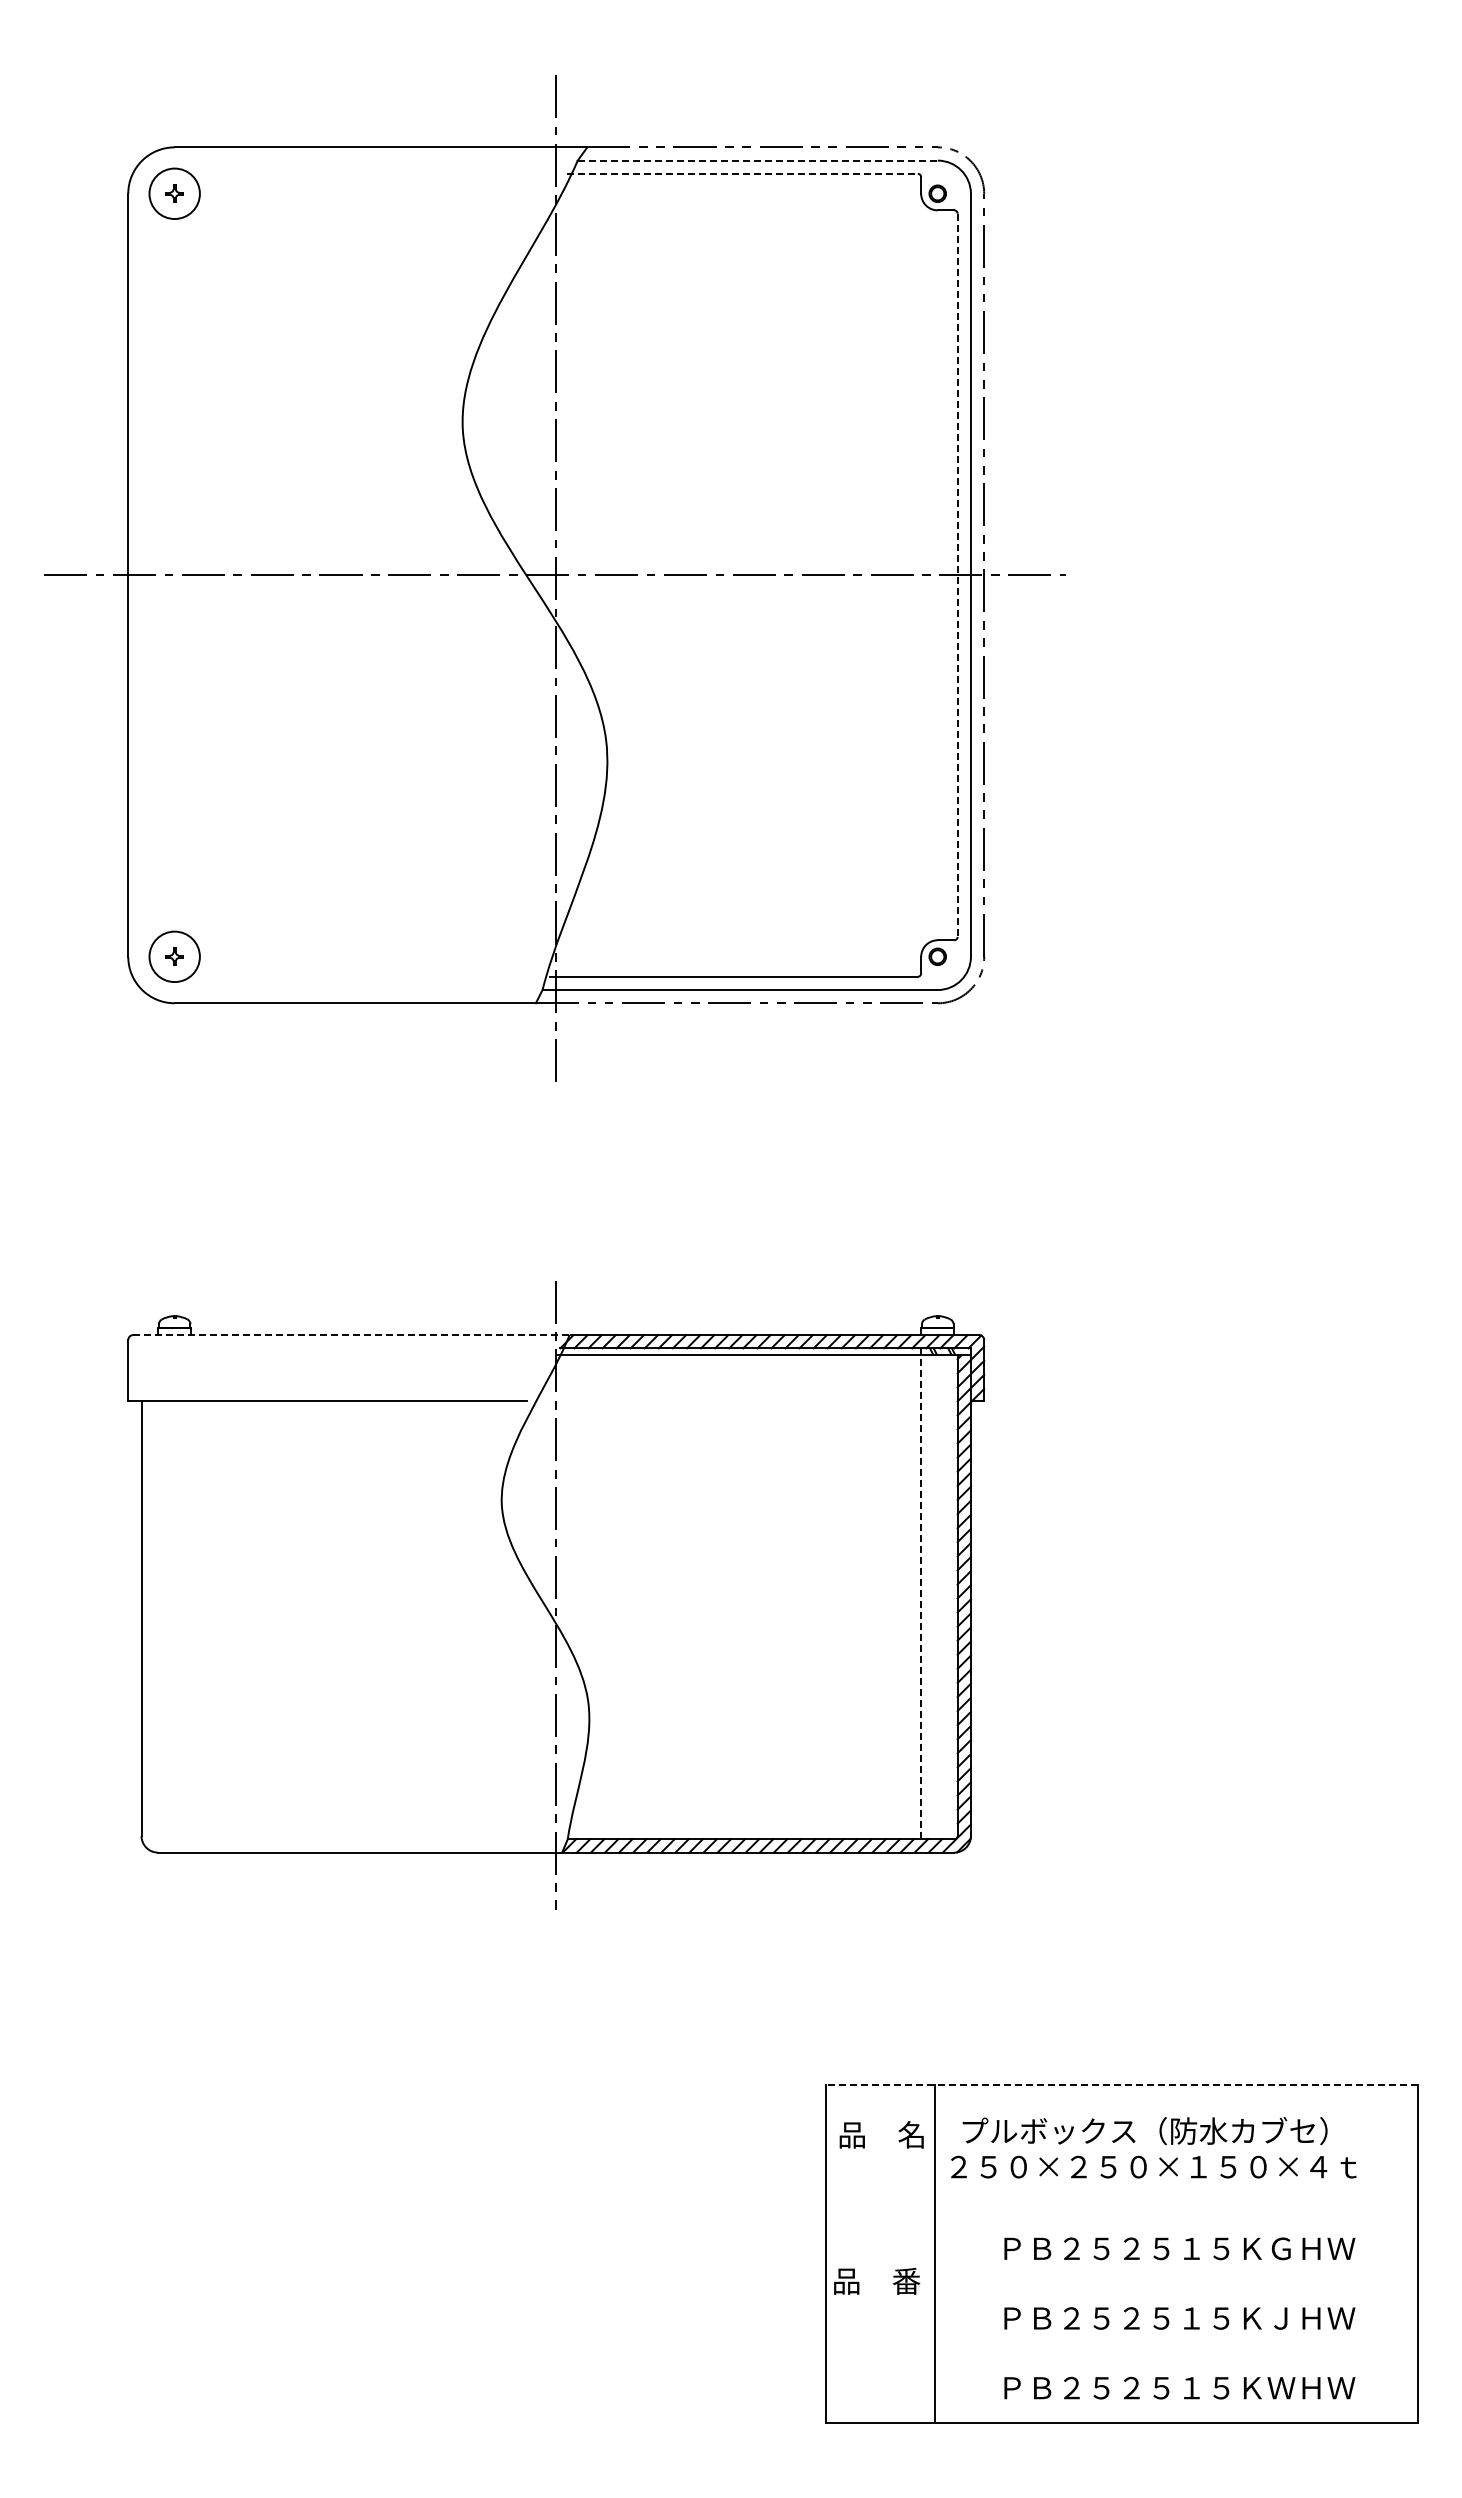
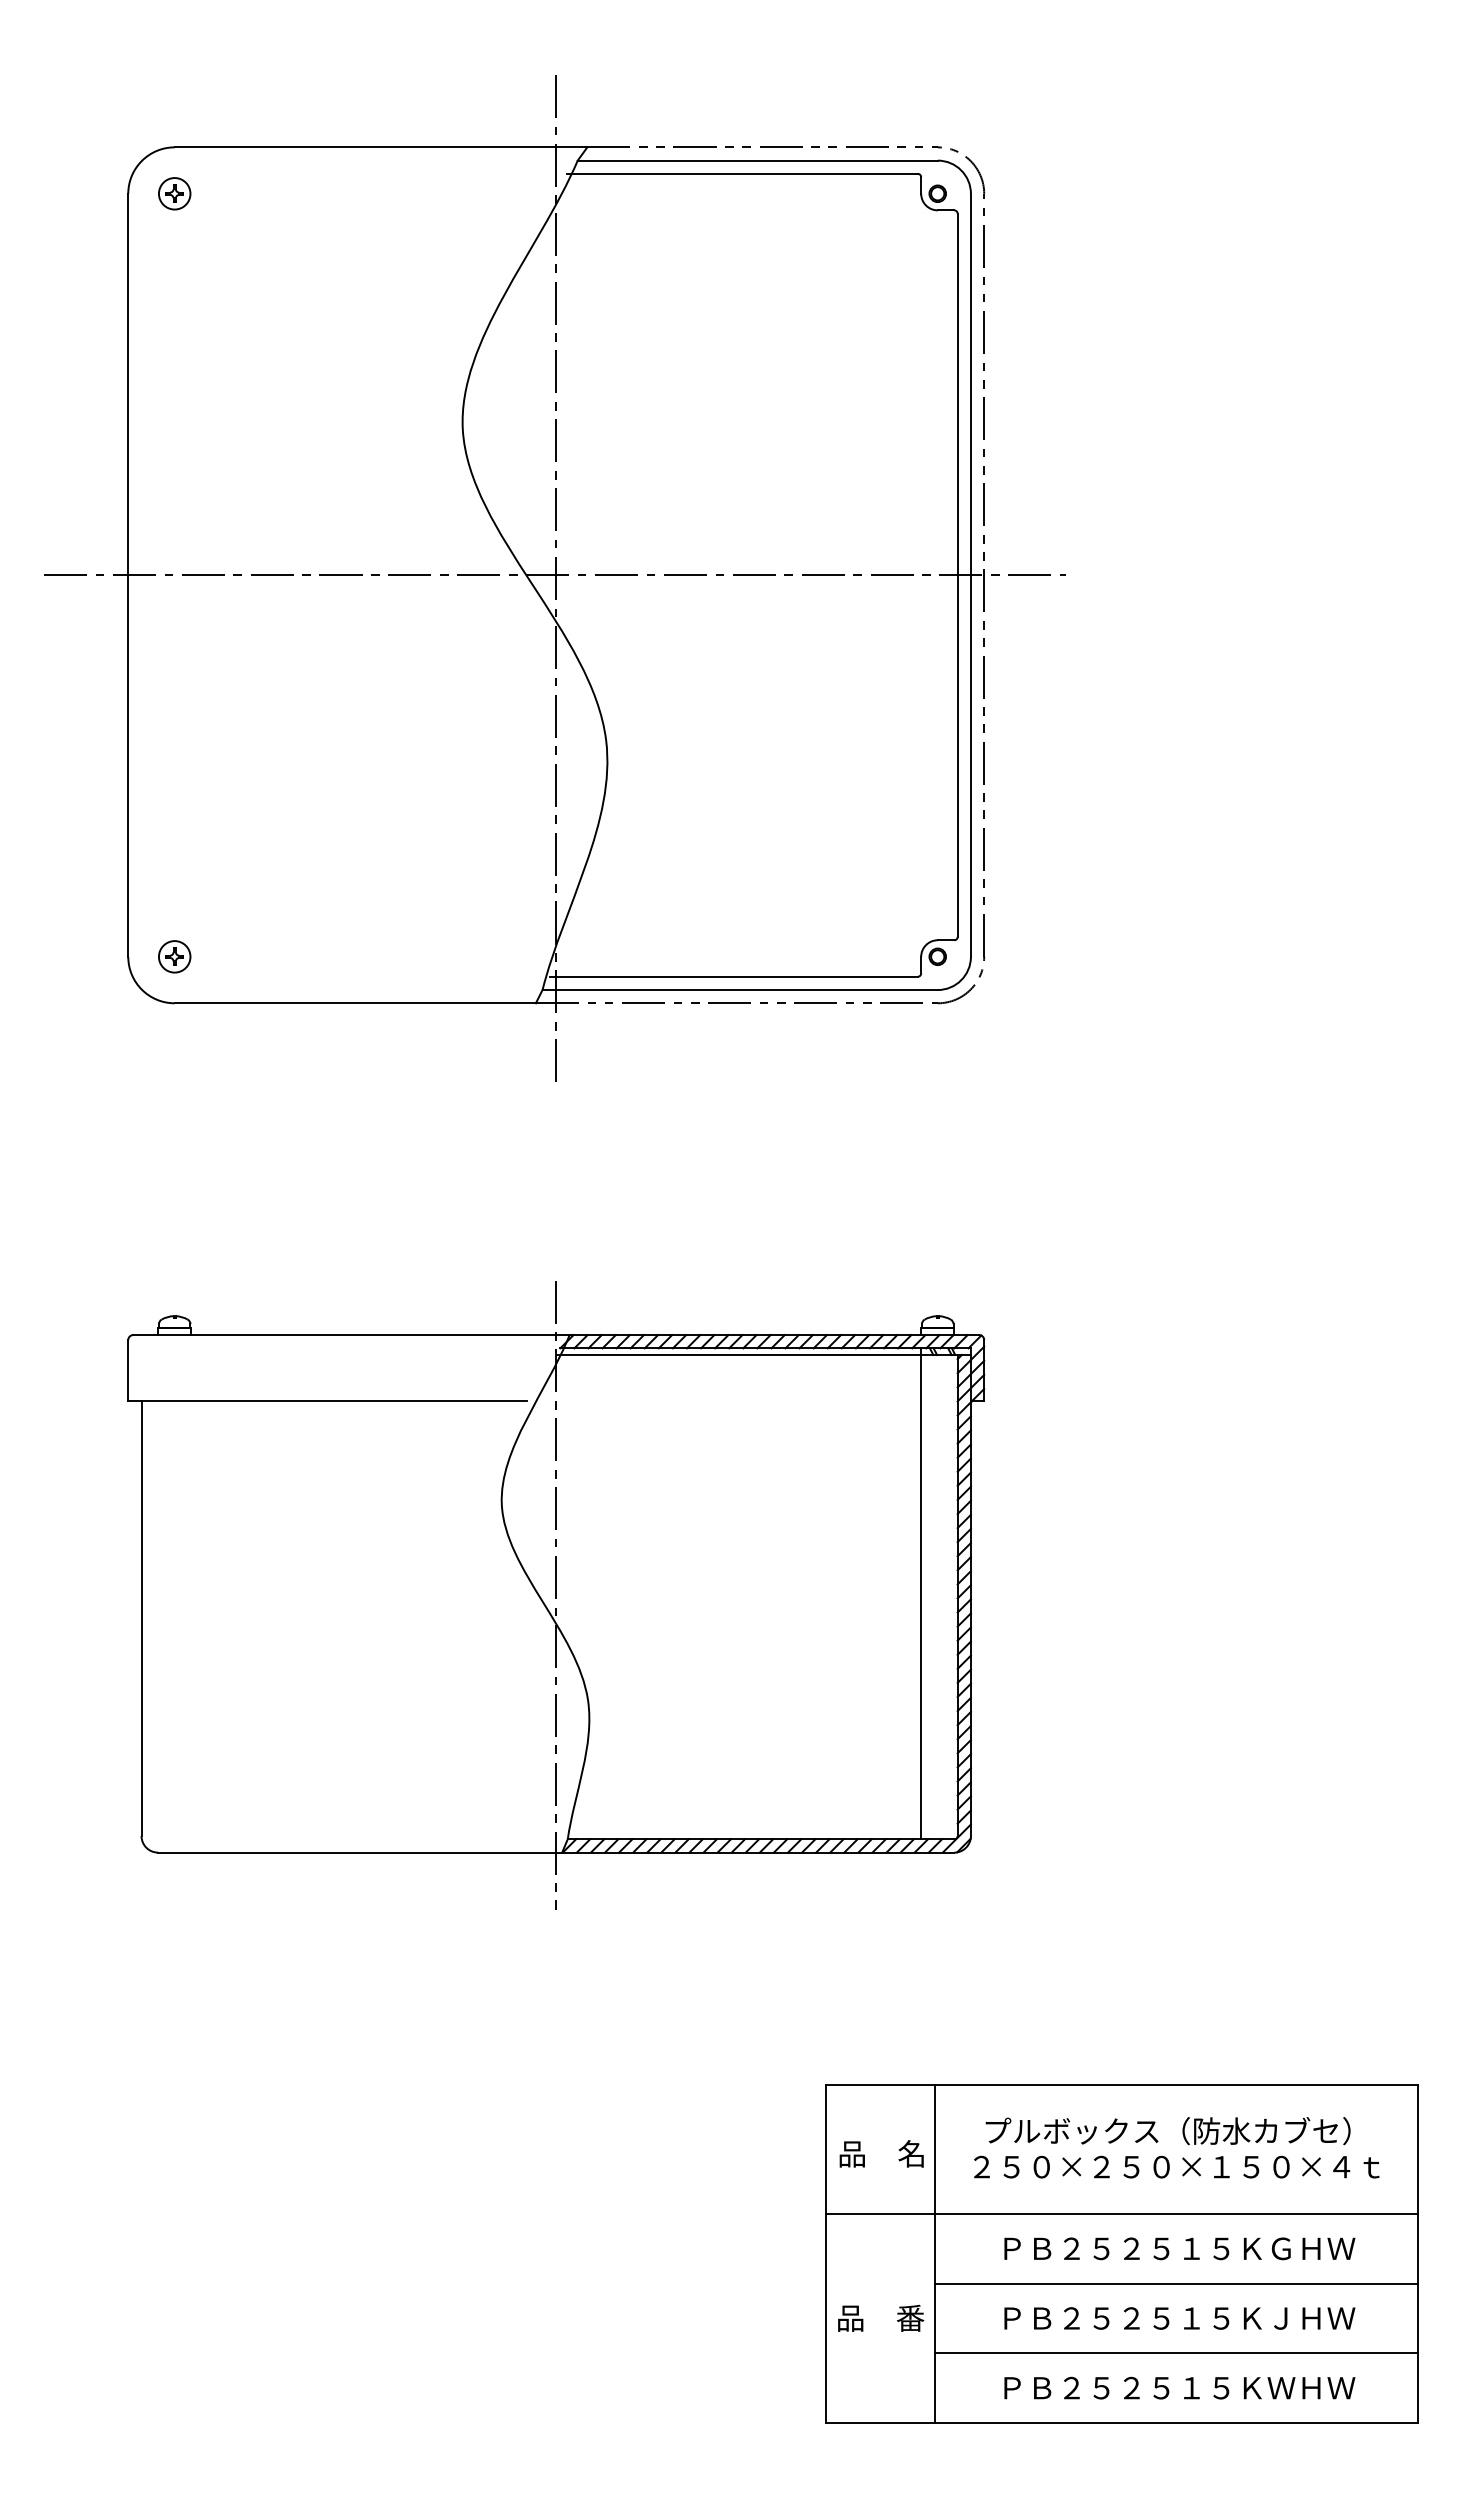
line at (758, 160): dashed -> solid
line at (742, 173): dashed -> solid
circle at (174, 193) diameter: 50 px -> 32 px
line at (957, 575): dashed -> solid
circle at (174, 956) diameter: 50 px -> 32 px
line at (351, 1335): dashed -> solid
line at (921, 1593): dashed -> solid
line at (1121, 2084): dashed -> solid
text at (881, 2134) position: (881, 2134) -> (881, 2153)
text at (1153, 2147) position: (1153, 2147) -> (1176, 2147)
line at (1121, 2214): none -> present
text at (877, 2280) position: (877, 2280) -> (881, 2317)
line at (1176, 2283): none -> present
line at (1176, 2353): none -> present
